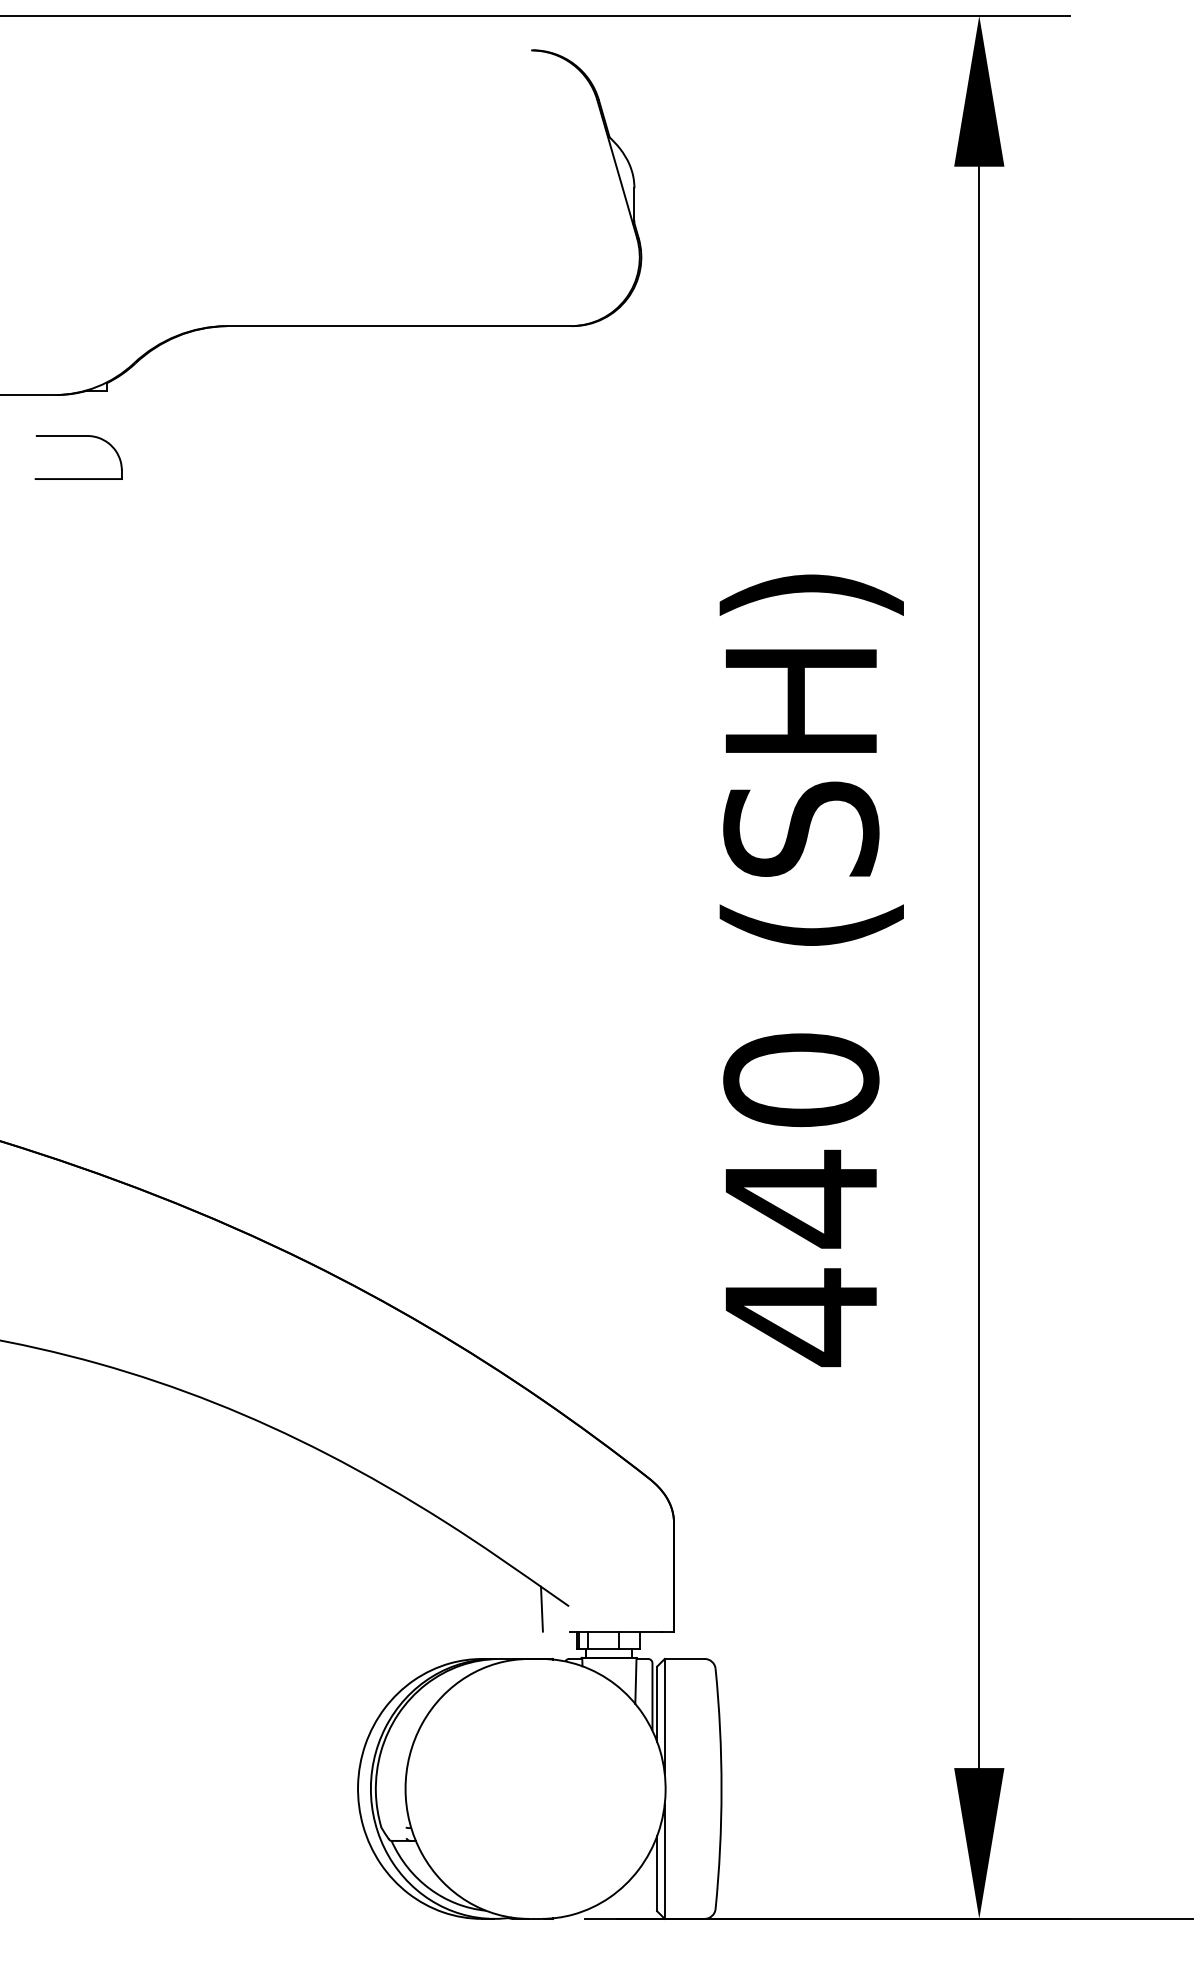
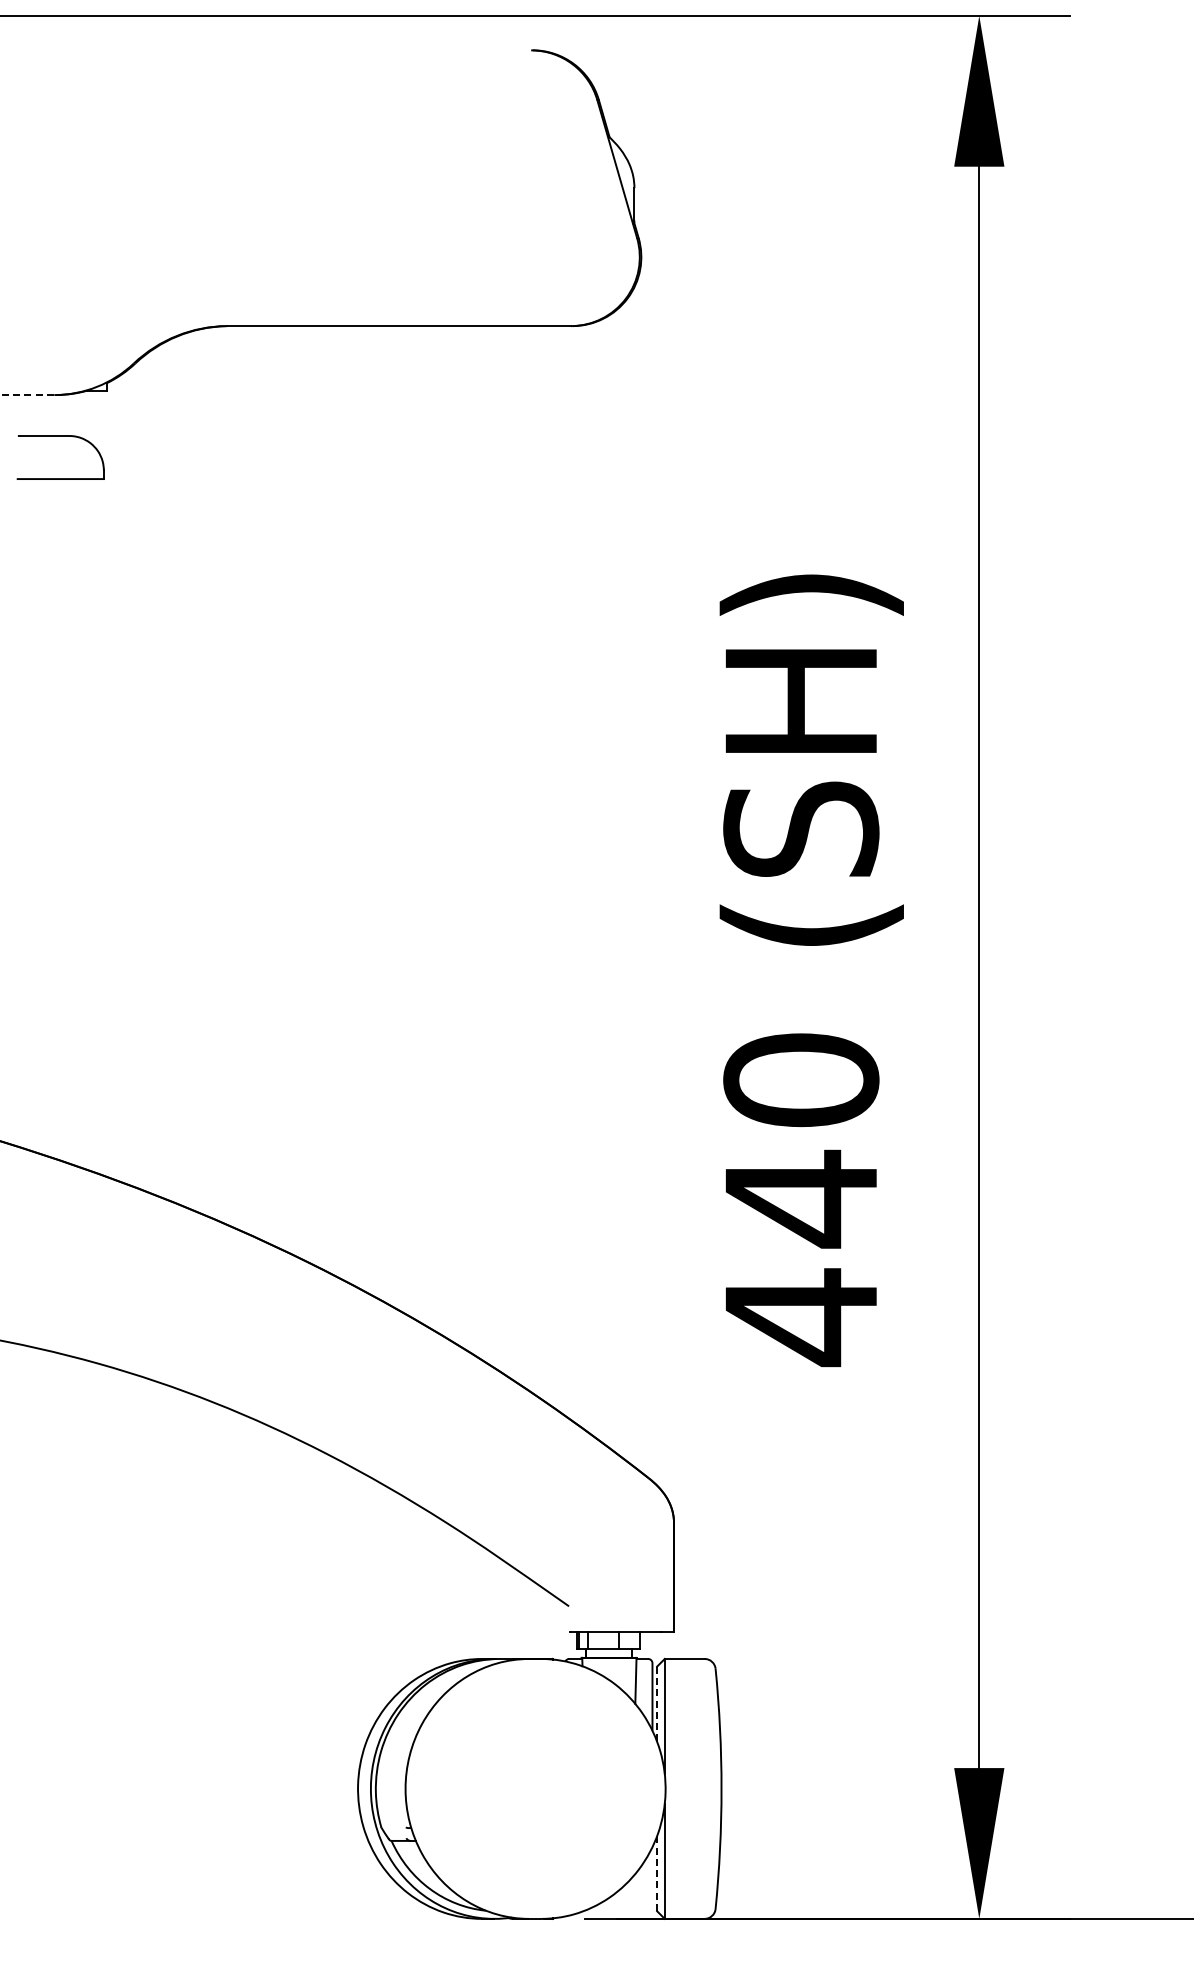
line at (27, 395): solid -> dashed
part at (78, 436) position: (78, 436) -> (60, 436)
line at (541, 1608): present -> none
line at (657, 1704): solid -> dashed
line at (657, 1874): solid -> dashed
